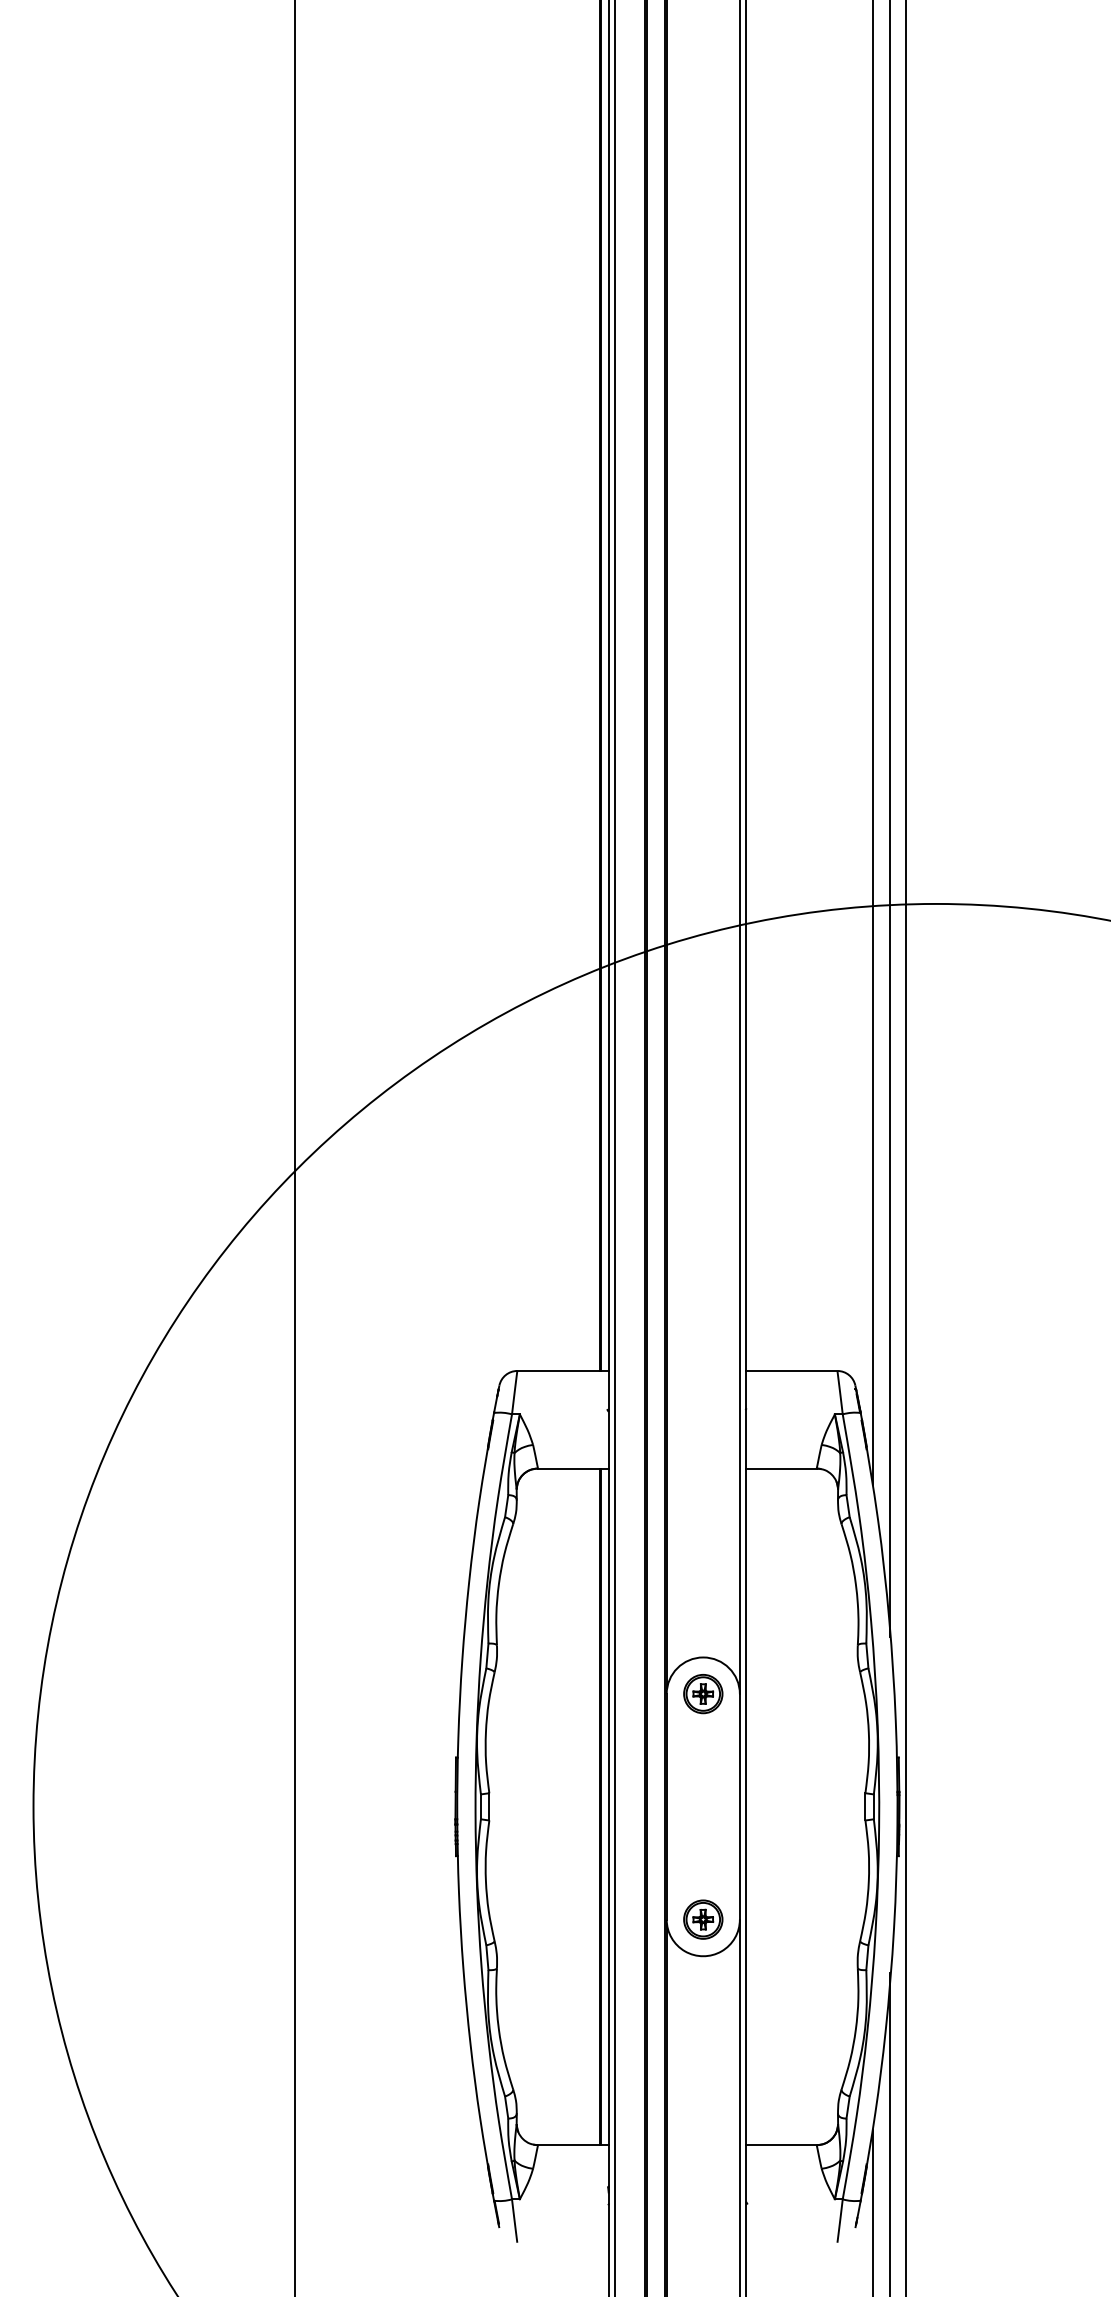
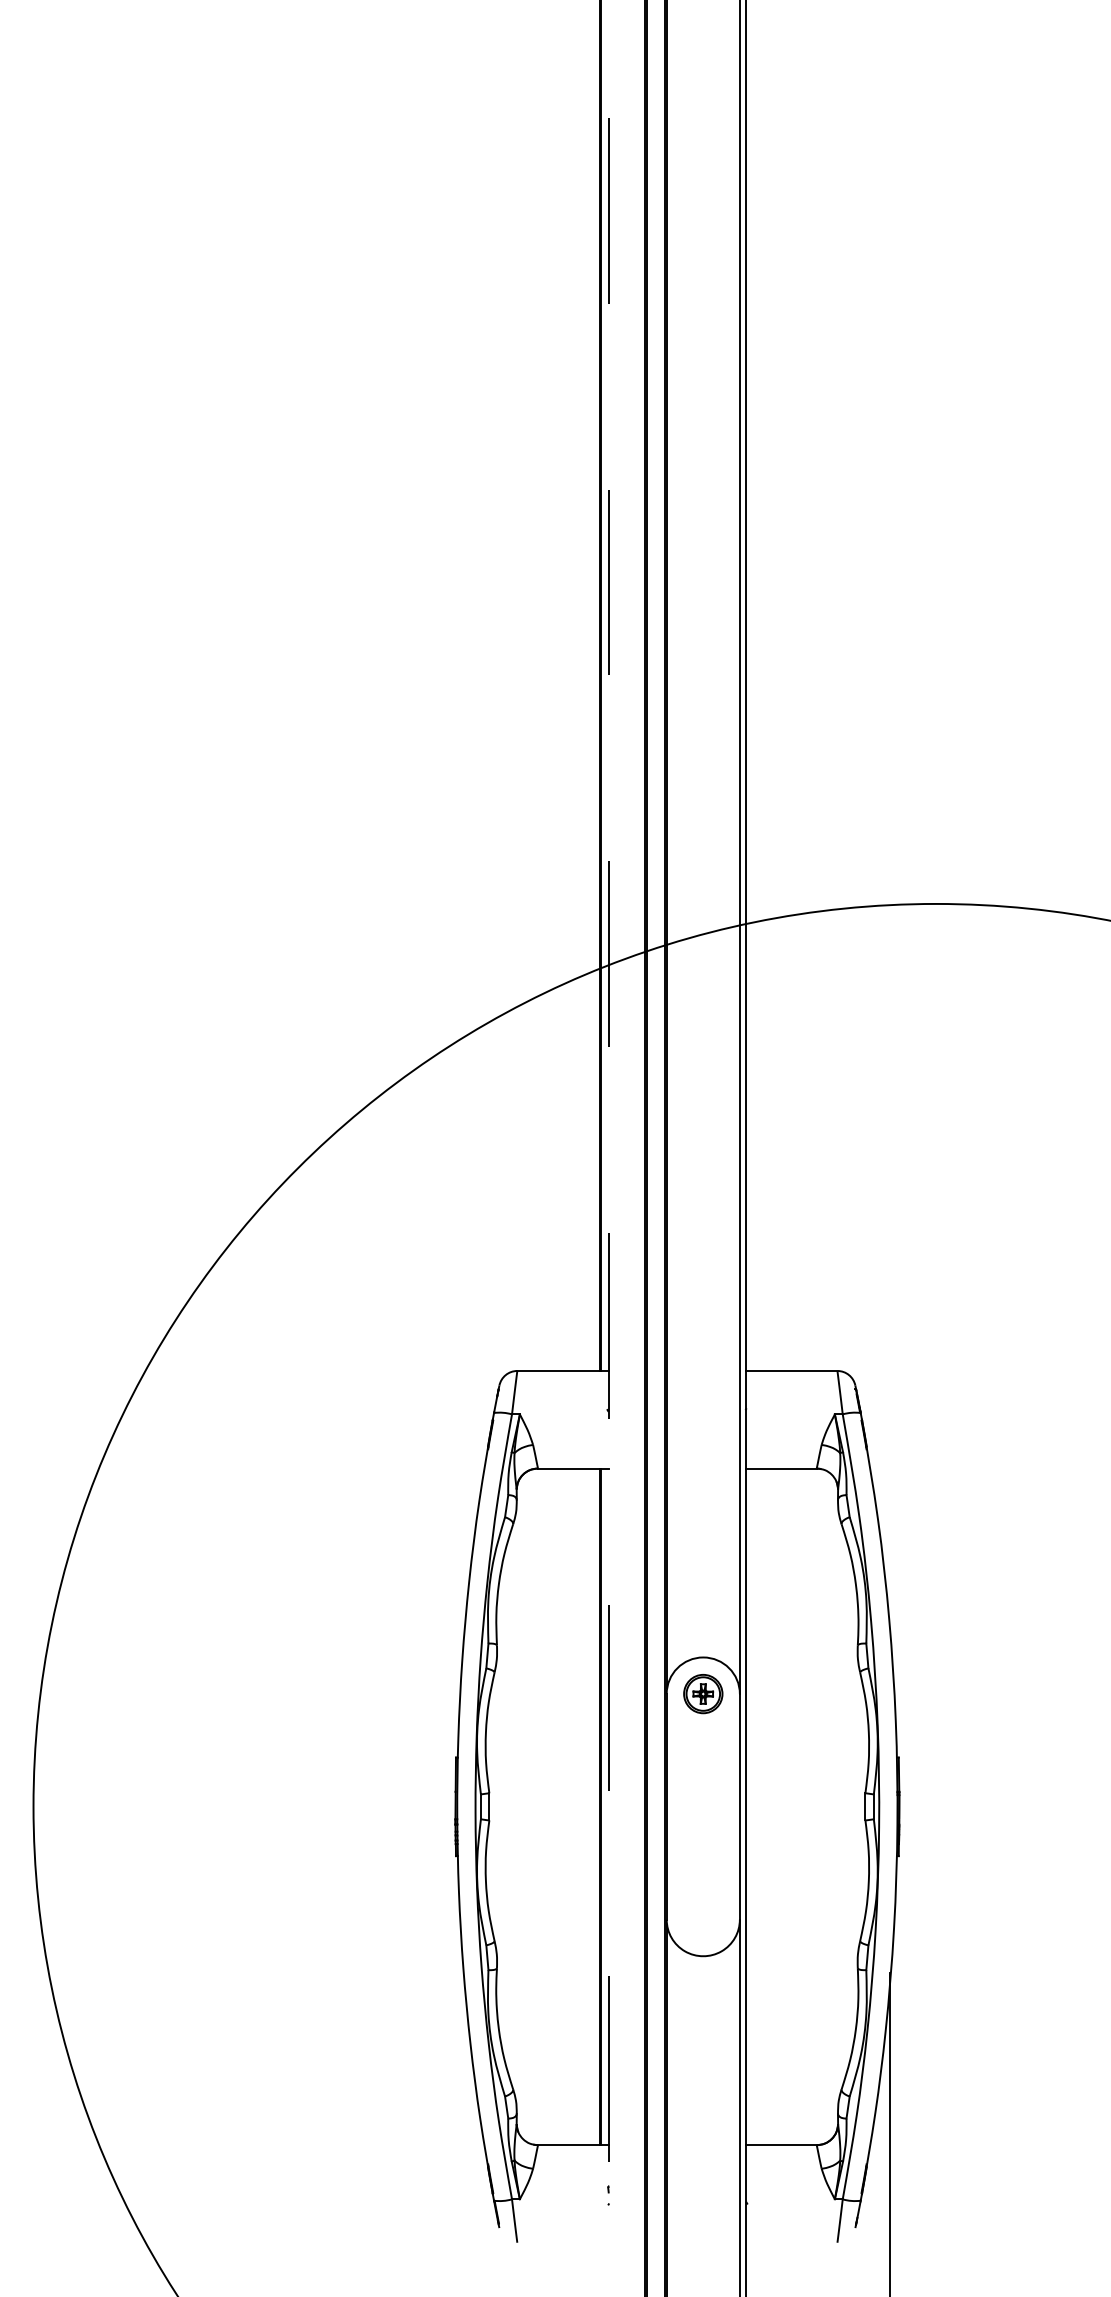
line at (872, 743): present -> none
line at (890, 819): present -> none
line at (295, 1147): present -> none
line at (614, 1147): present -> none
line at (906, 1147): present -> none
line at (608, 1148): solid -> dashed
part at (703, 1919): present -> none
line at (872, 2211): present -> none
